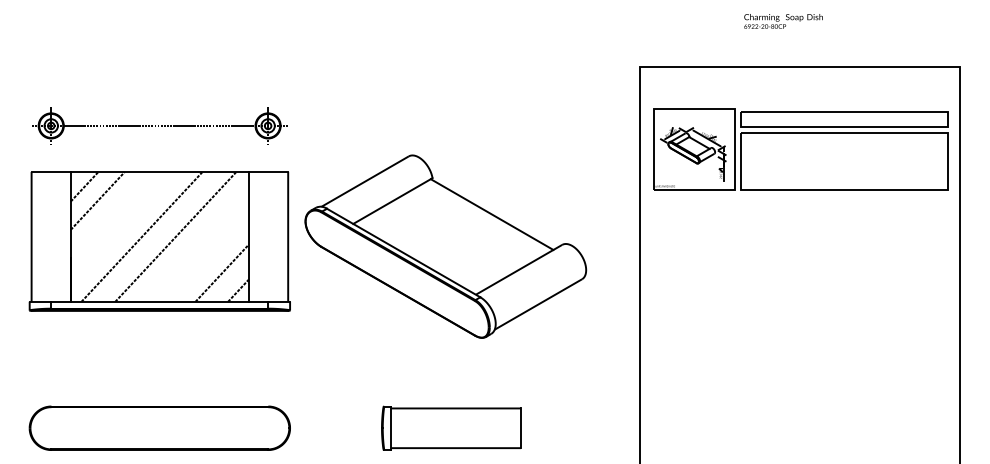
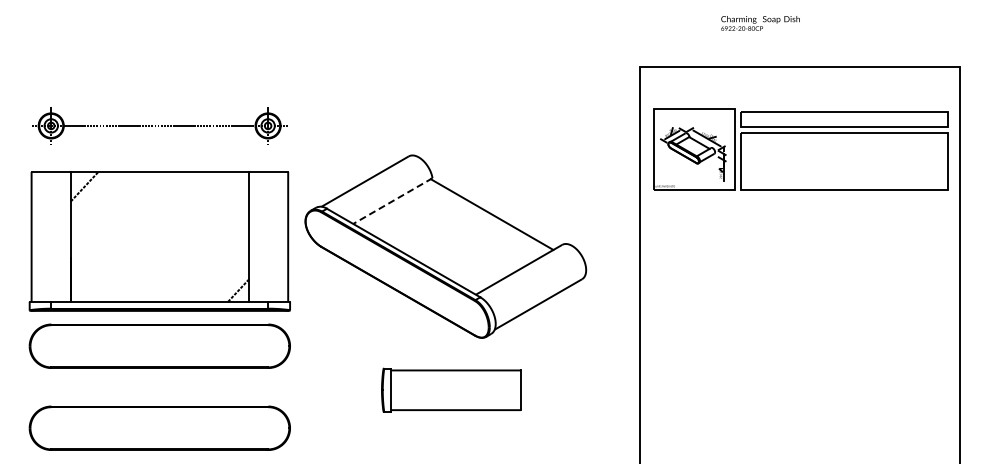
text at (783, 21) position: (783, 21) -> (760, 23)
line at (97, 200): present -> none
line at (392, 201): solid -> dashed
line at (141, 236): present -> none
line at (175, 236): present -> none
line at (221, 272): present -> none
part at (159, 345): none -> present
part at (451, 427) position: (451, 427) -> (451, 389)
